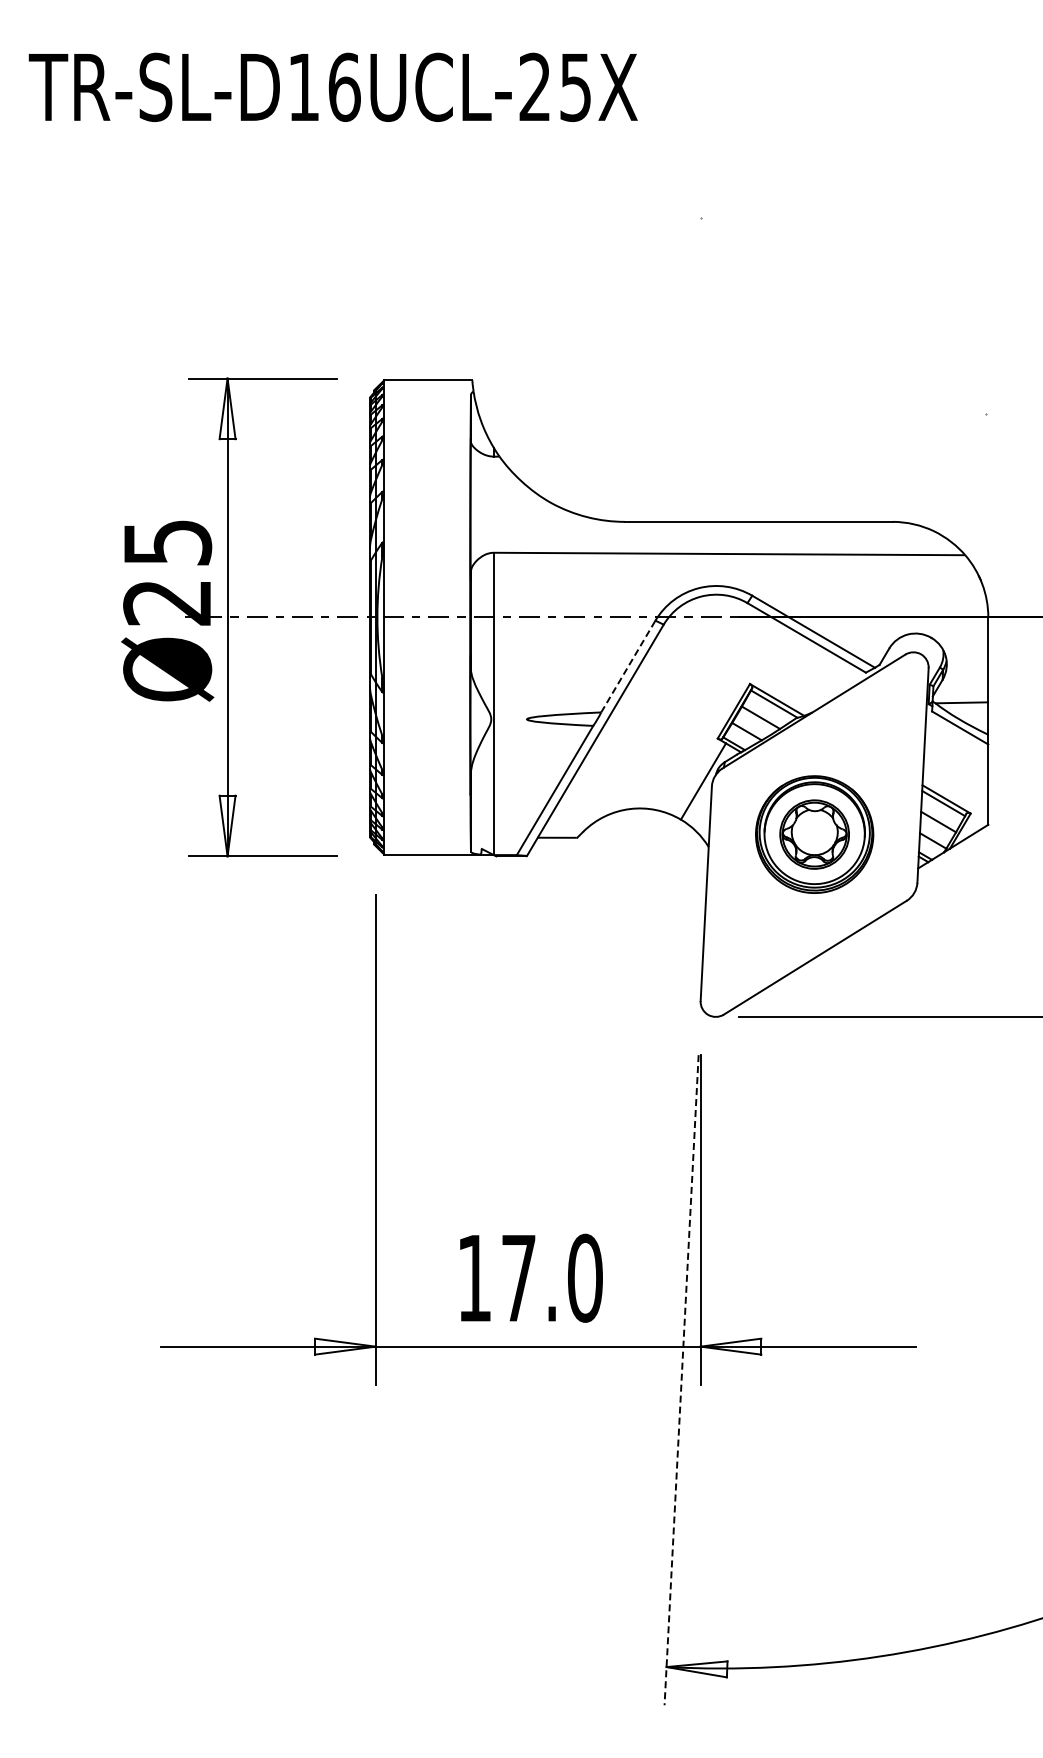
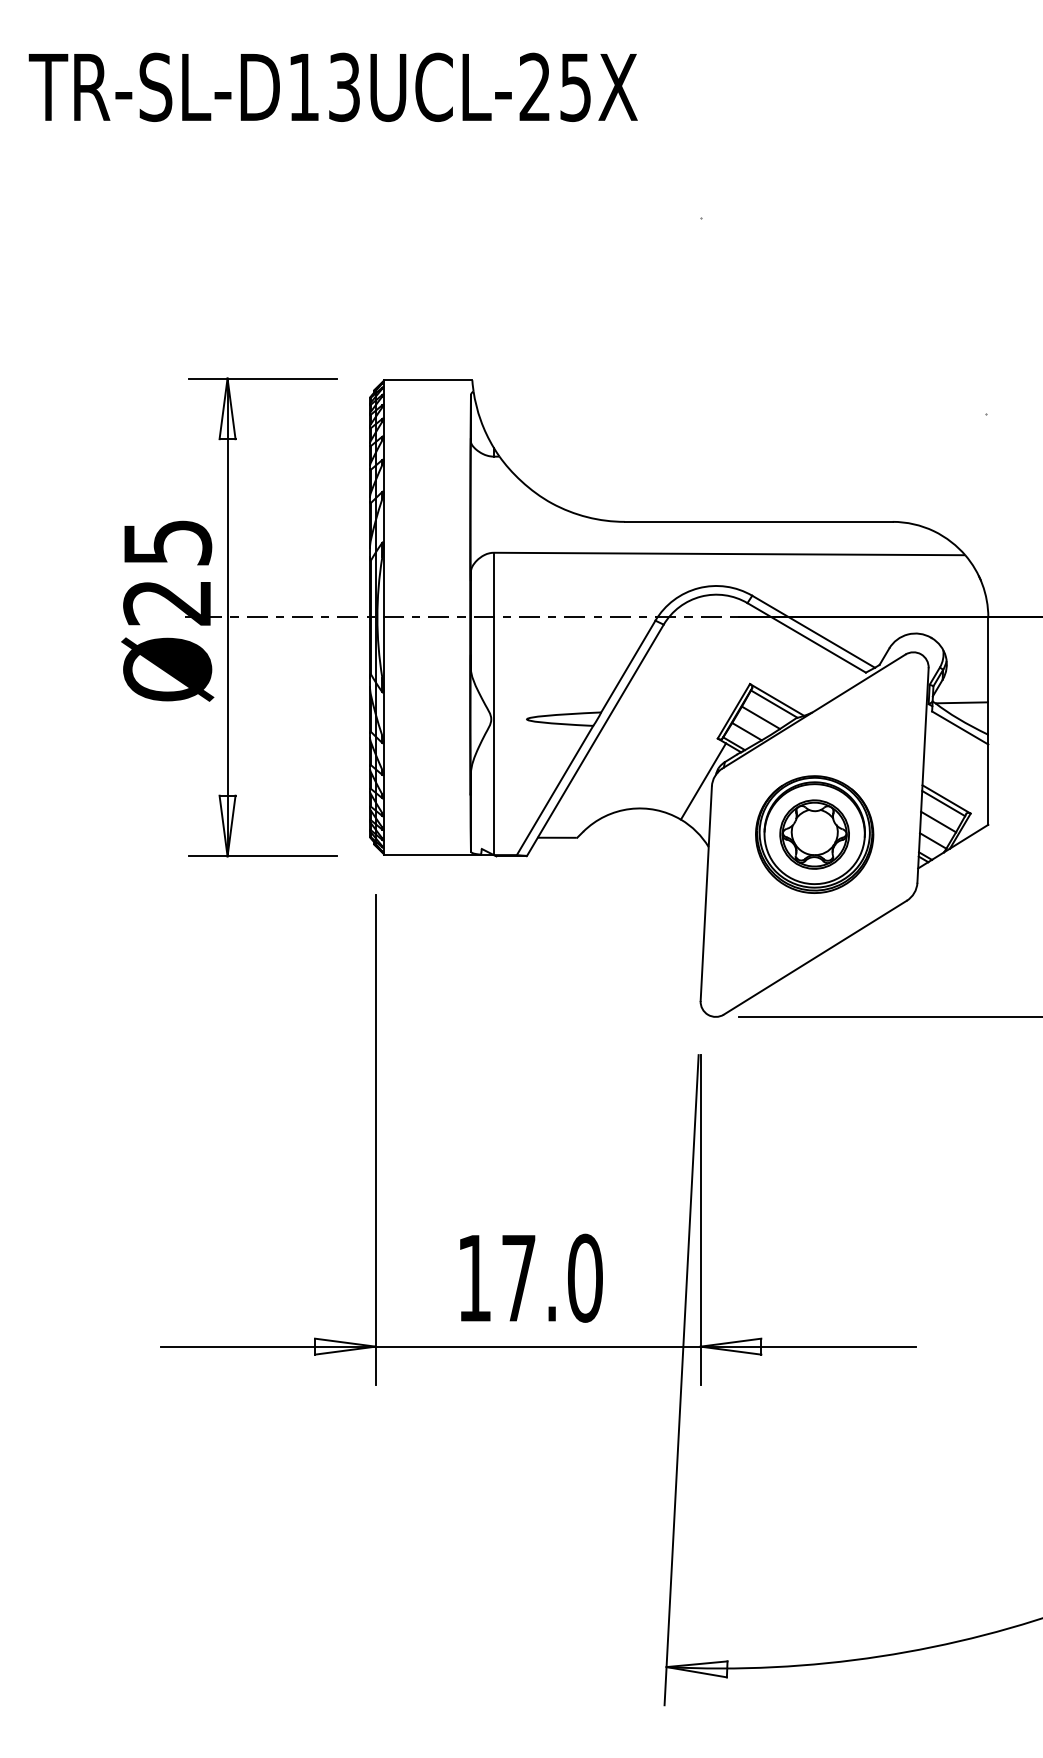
text at (344, 87): TR-SL-D16UCL-25X -> TR-SL-D13UCL-25X
line at (628, 666): dashed -> solid
line at (681, 1380): dashed -> solid
